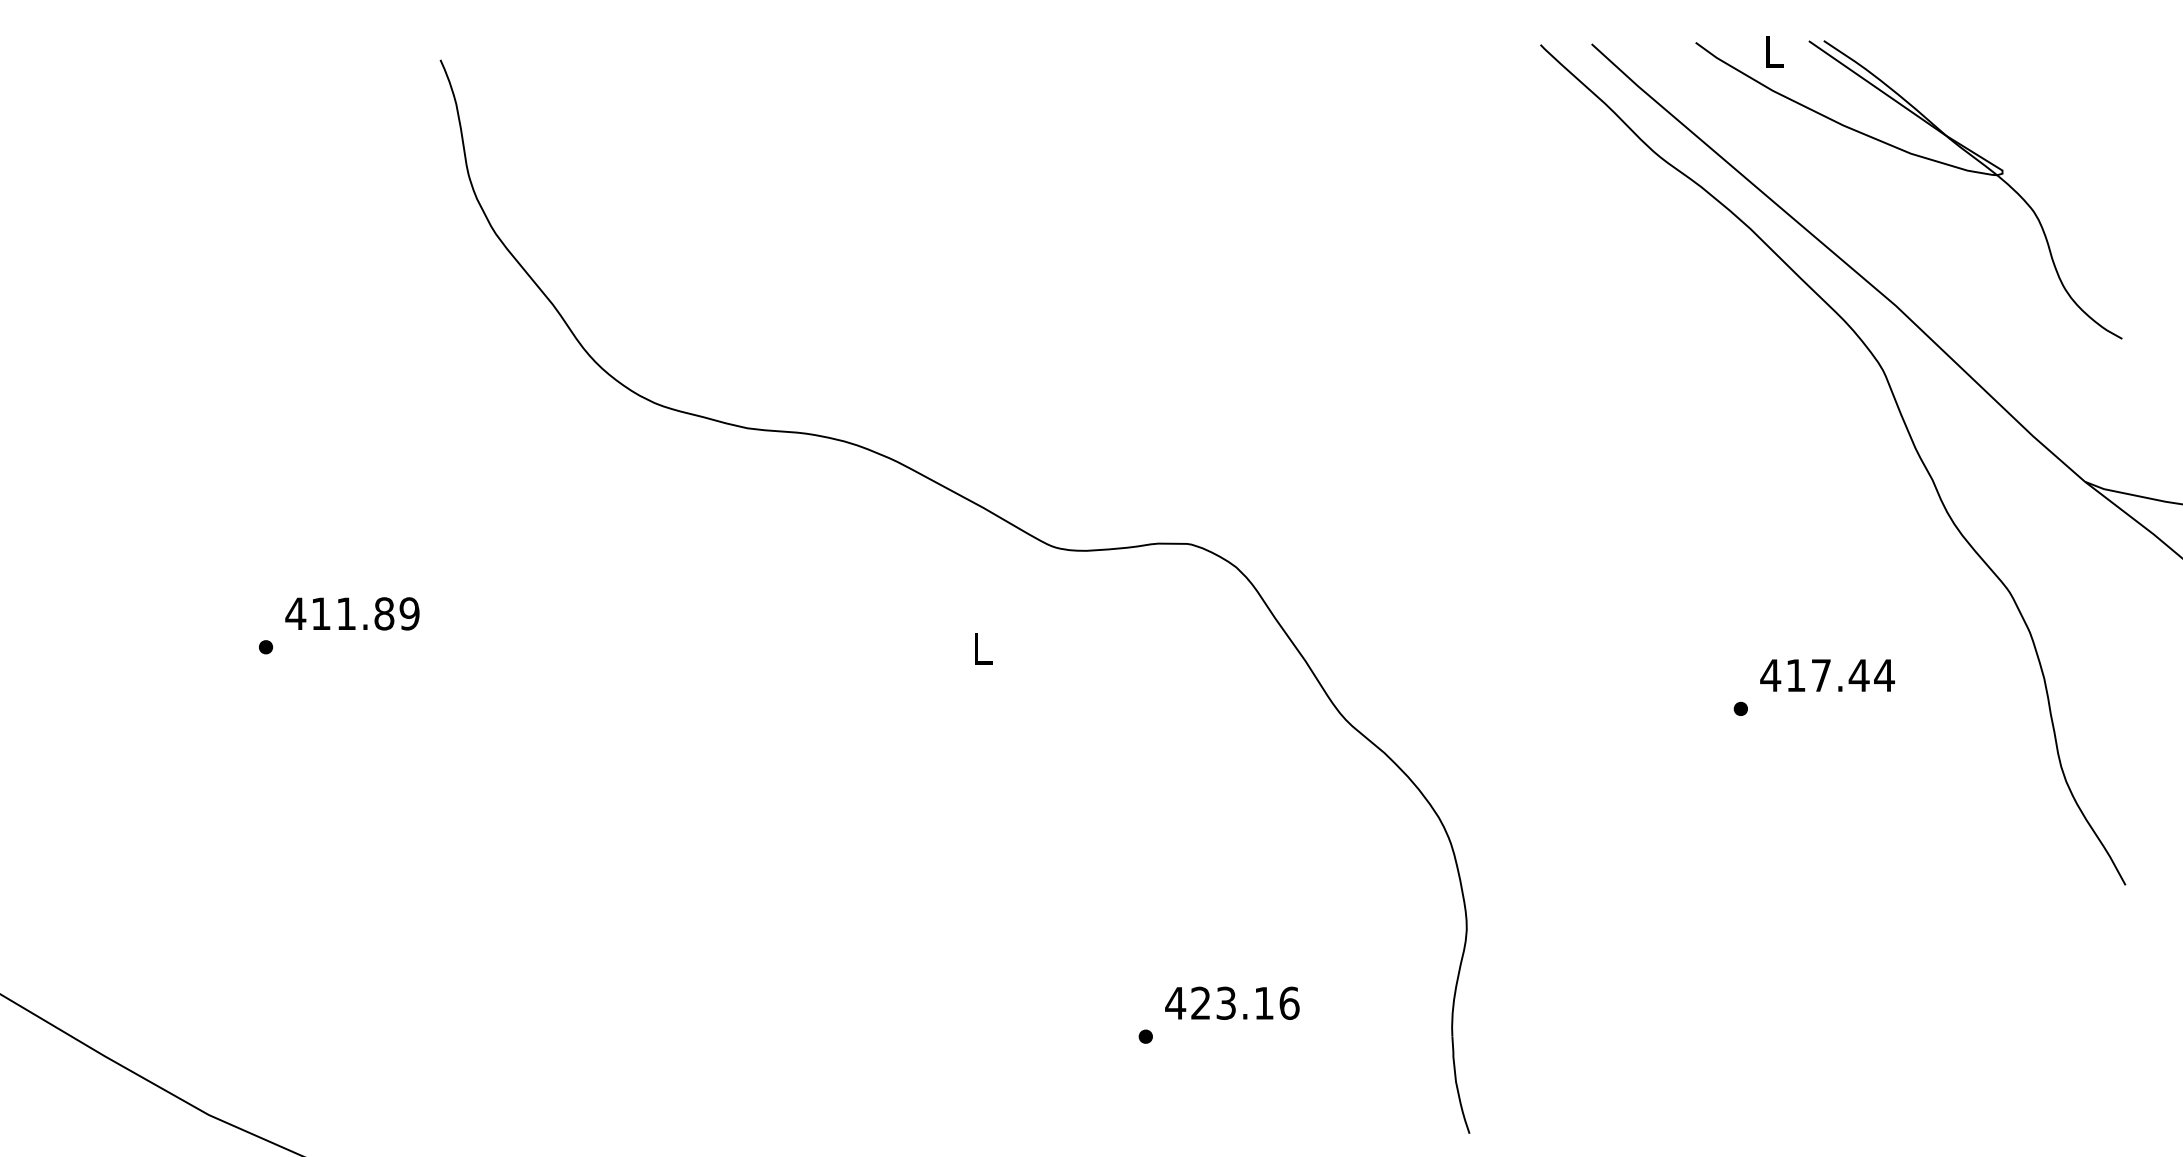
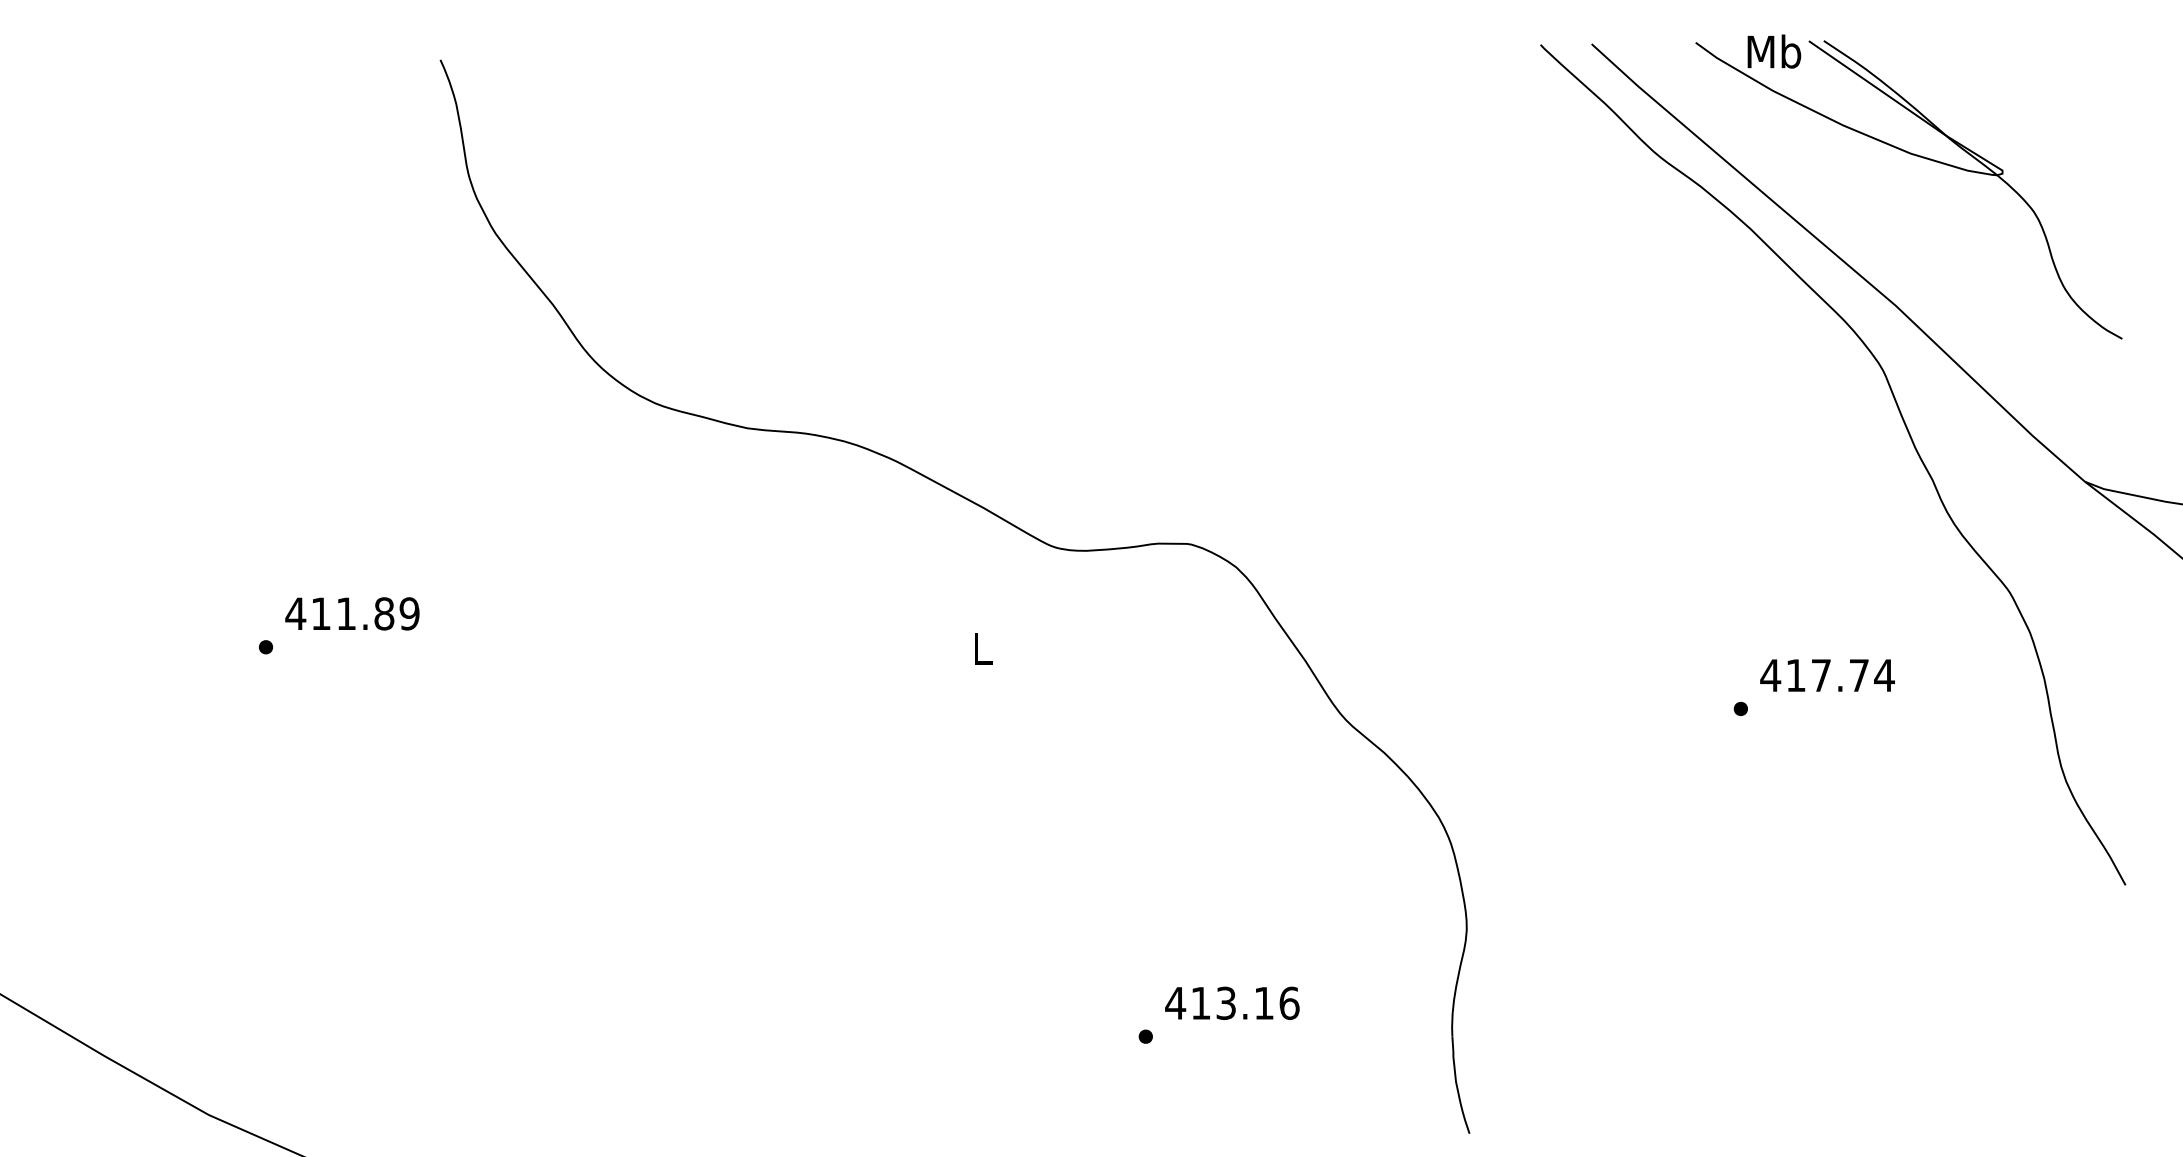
text at (1774, 51): L -> Mb
text at (1858, 675): 417.44 -> 417.74
text at (1200, 1002): 423.16 -> 413.16
